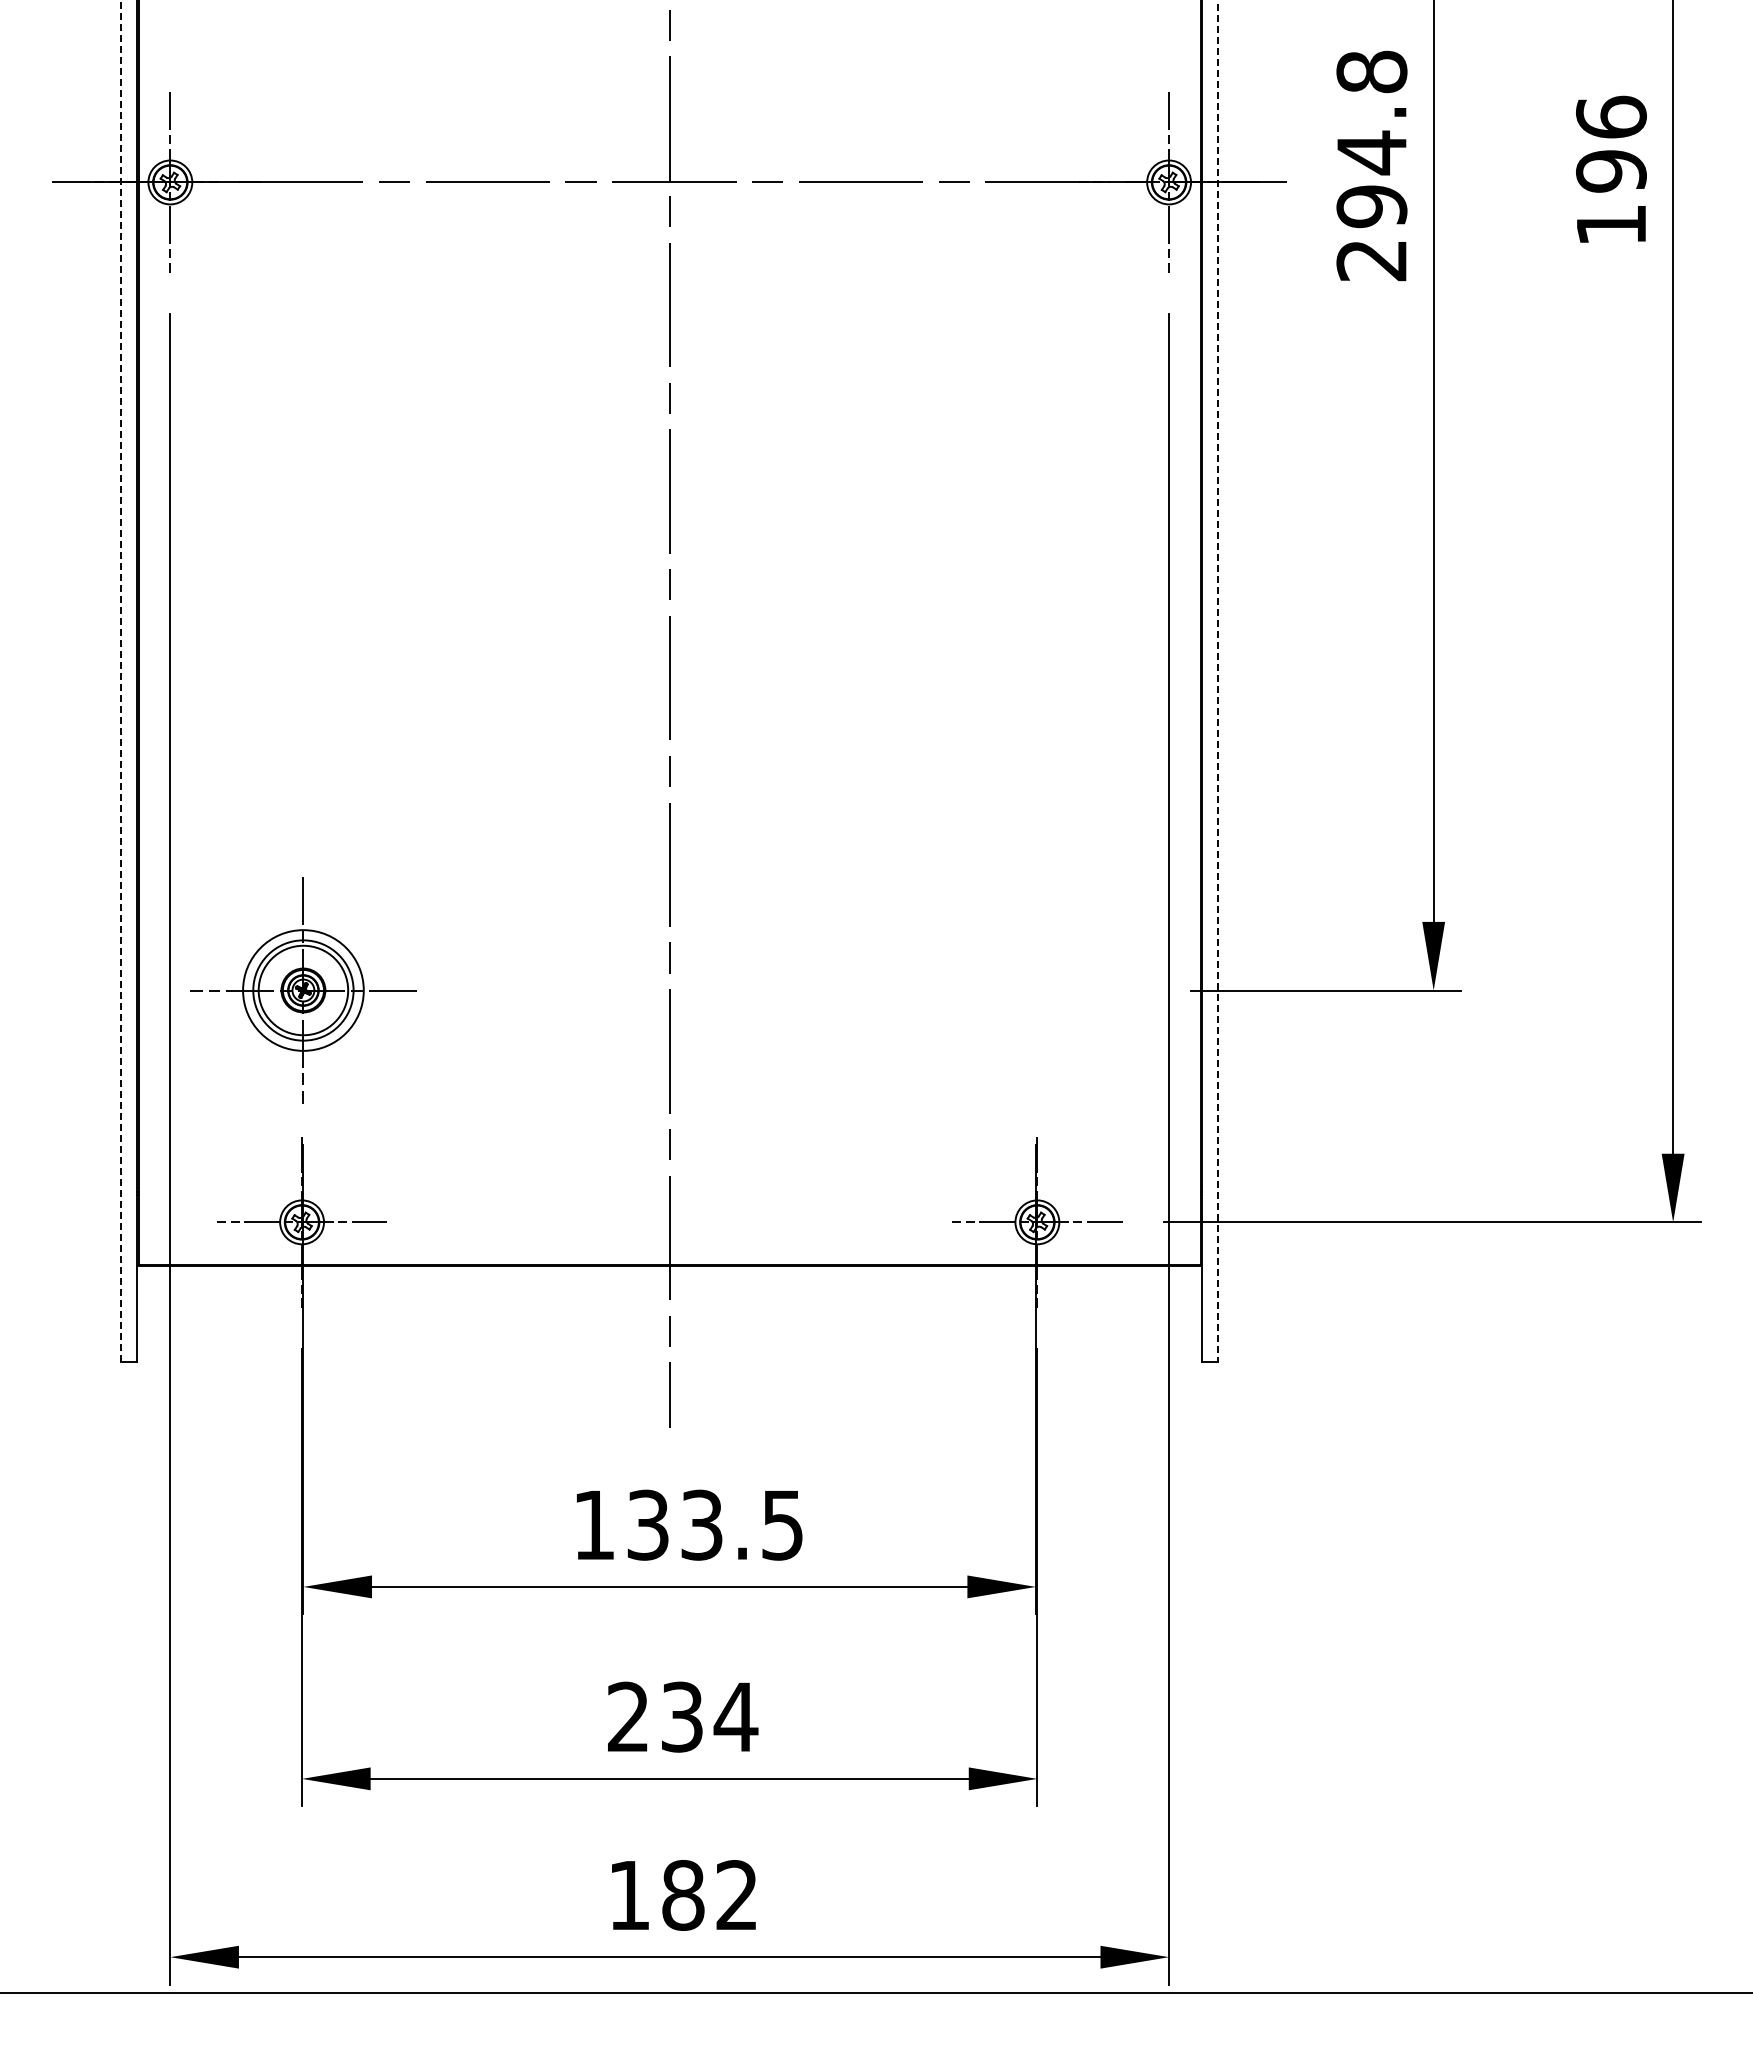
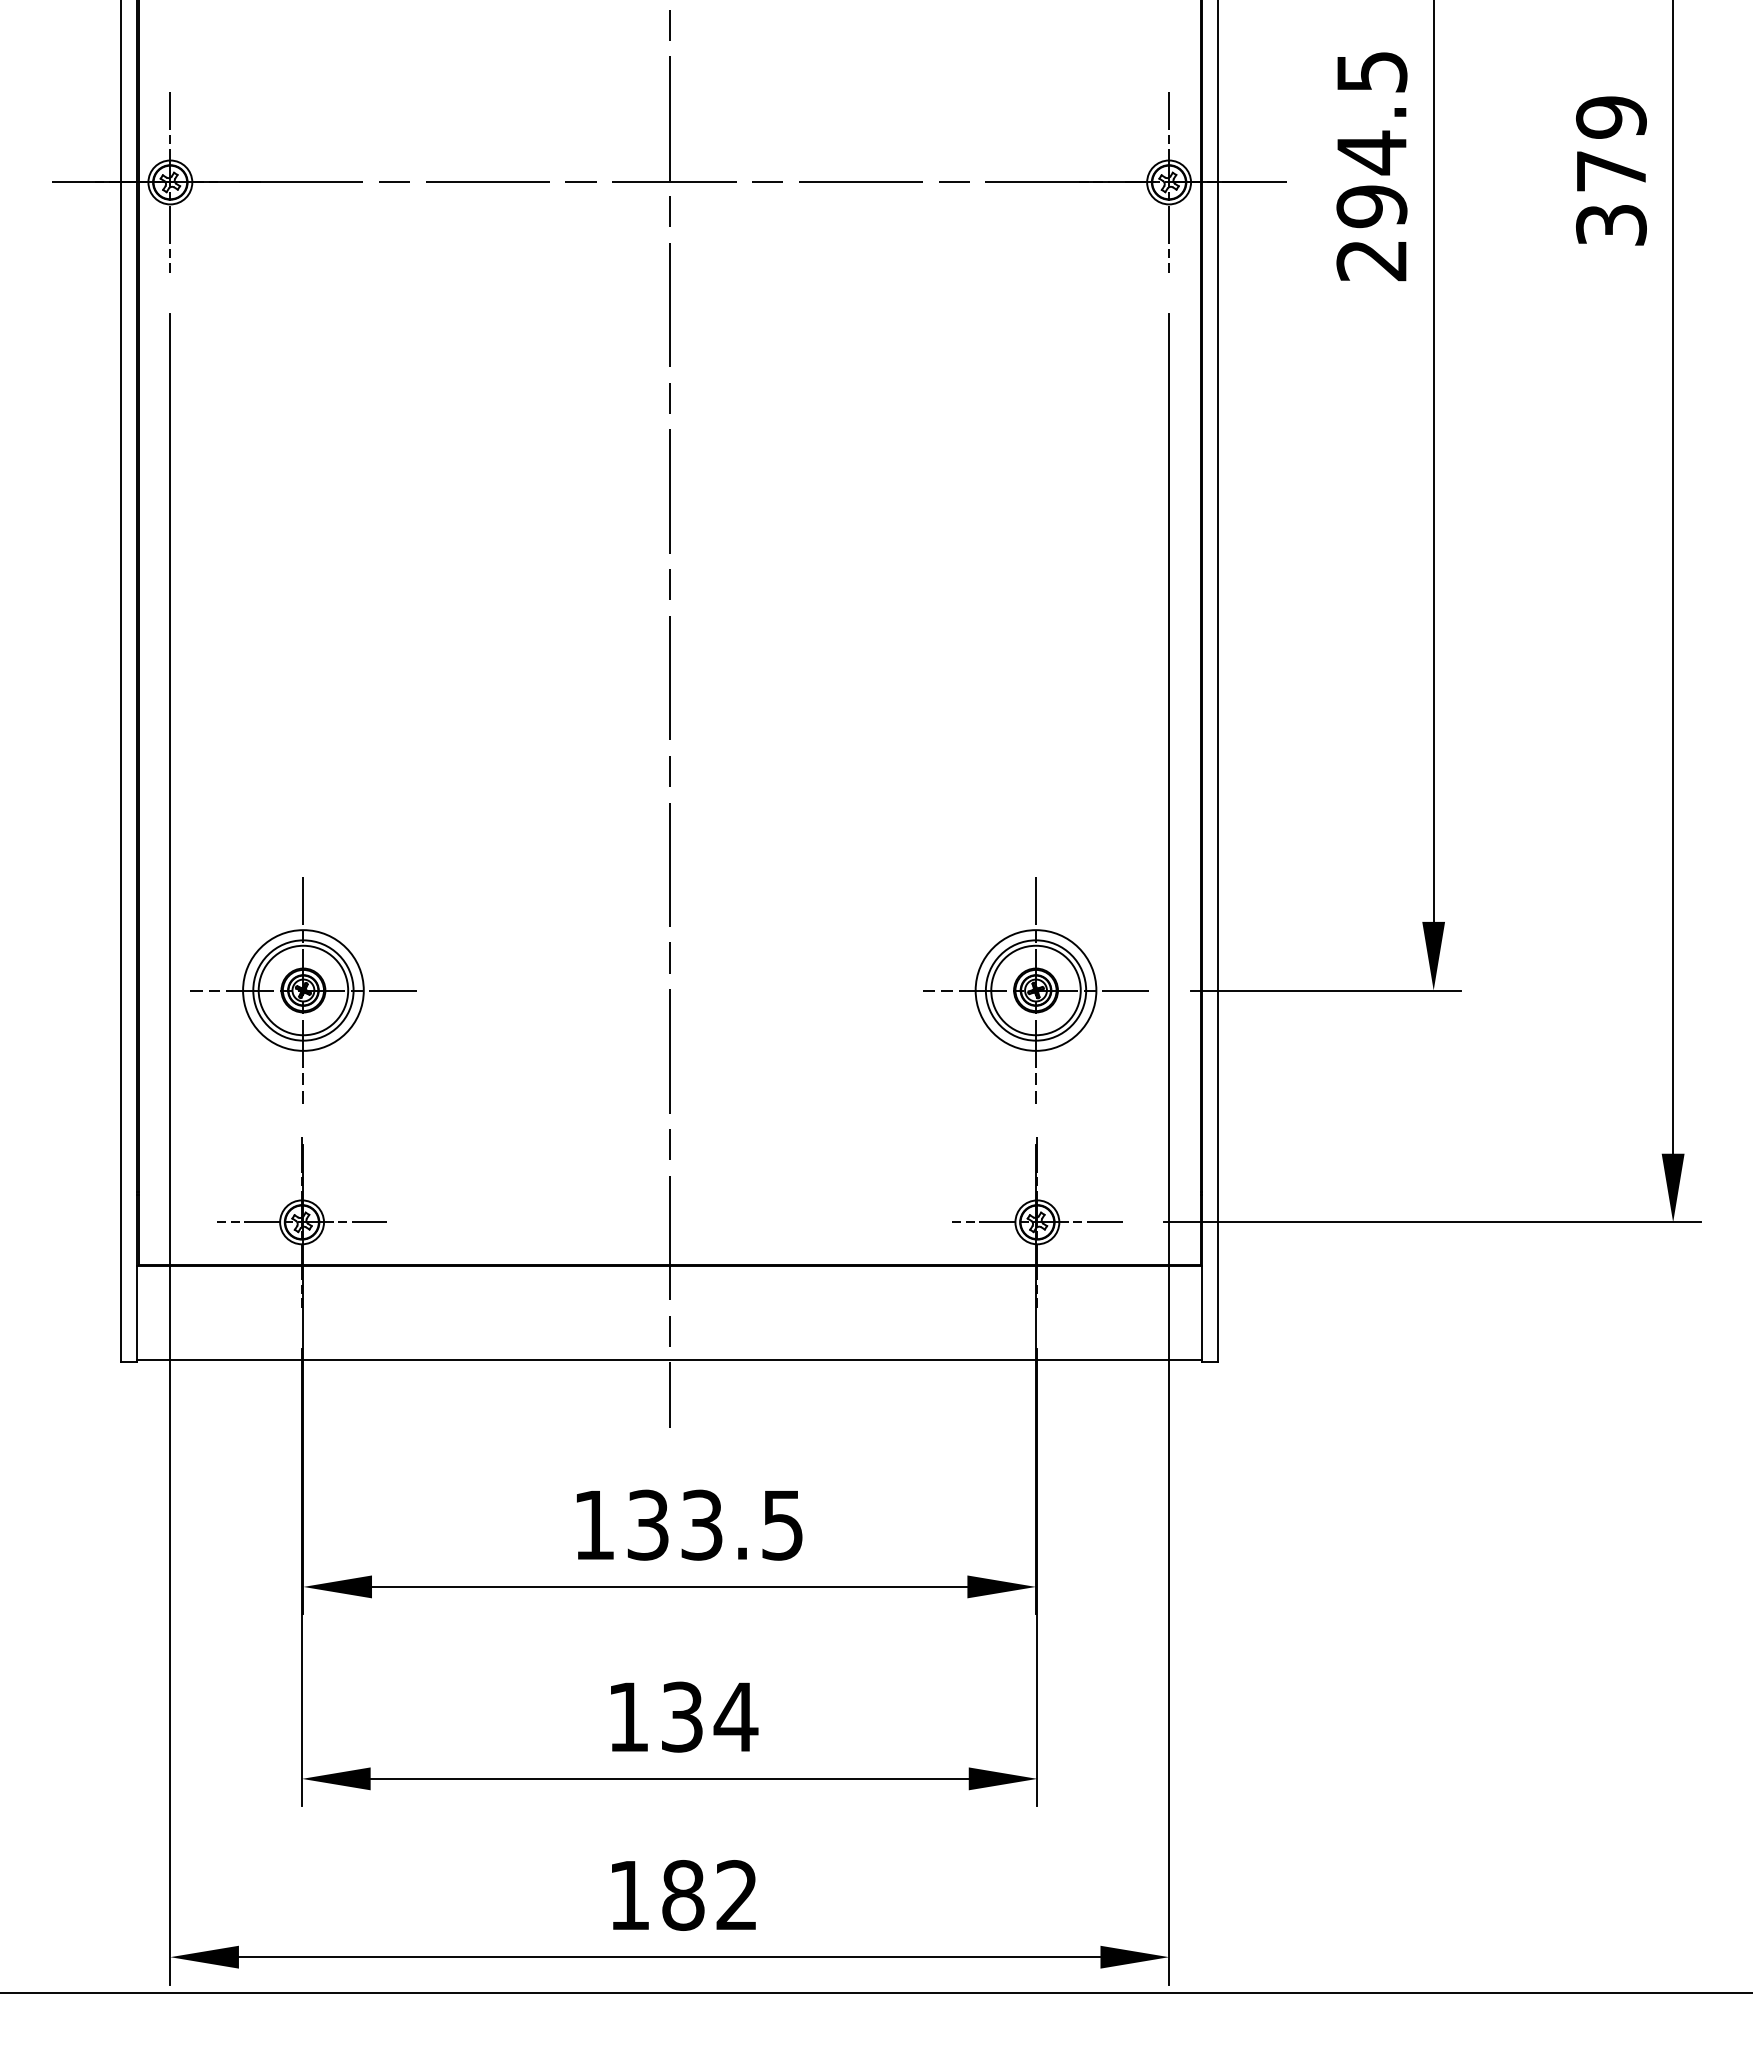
text at (1371, 71): 294.8 -> 294.5
text at (1611, 170): 196 -> 379
line at (120, 681): dashed -> solid
line at (1218, 681): dashed -> solid
part at (1035, 990): none -> present
line at (669, 1359): none -> present
text at (627, 1716): 234 -> 134
